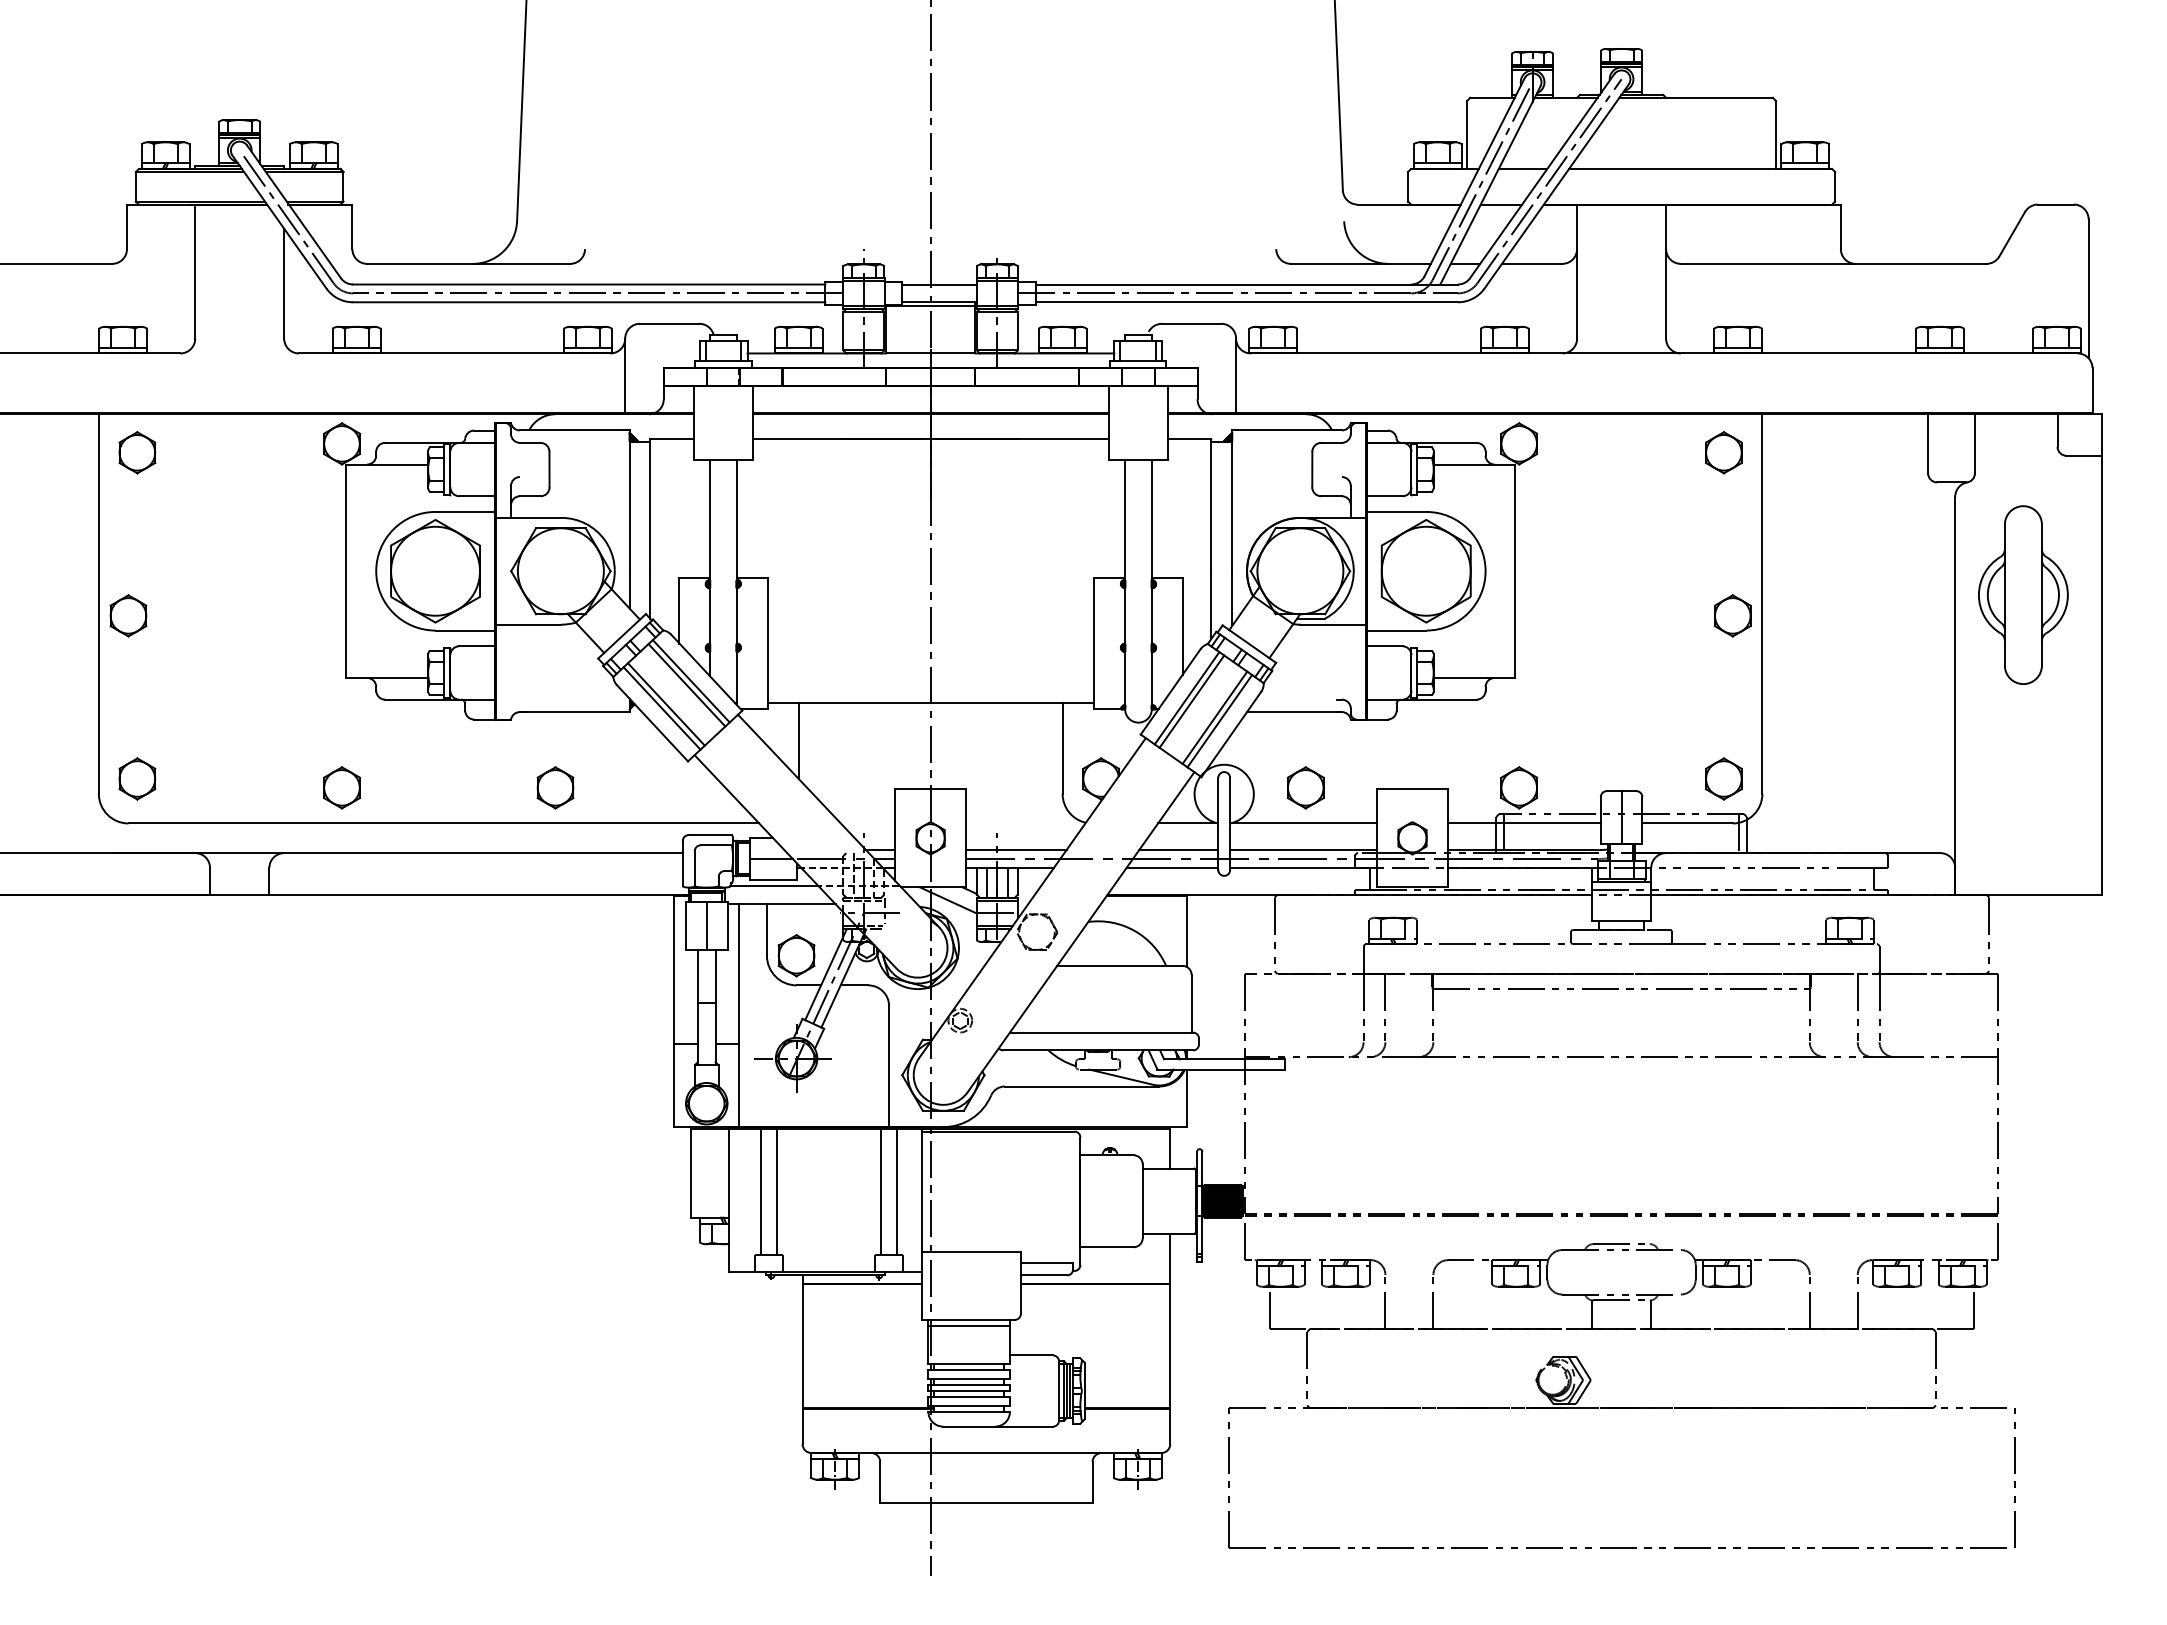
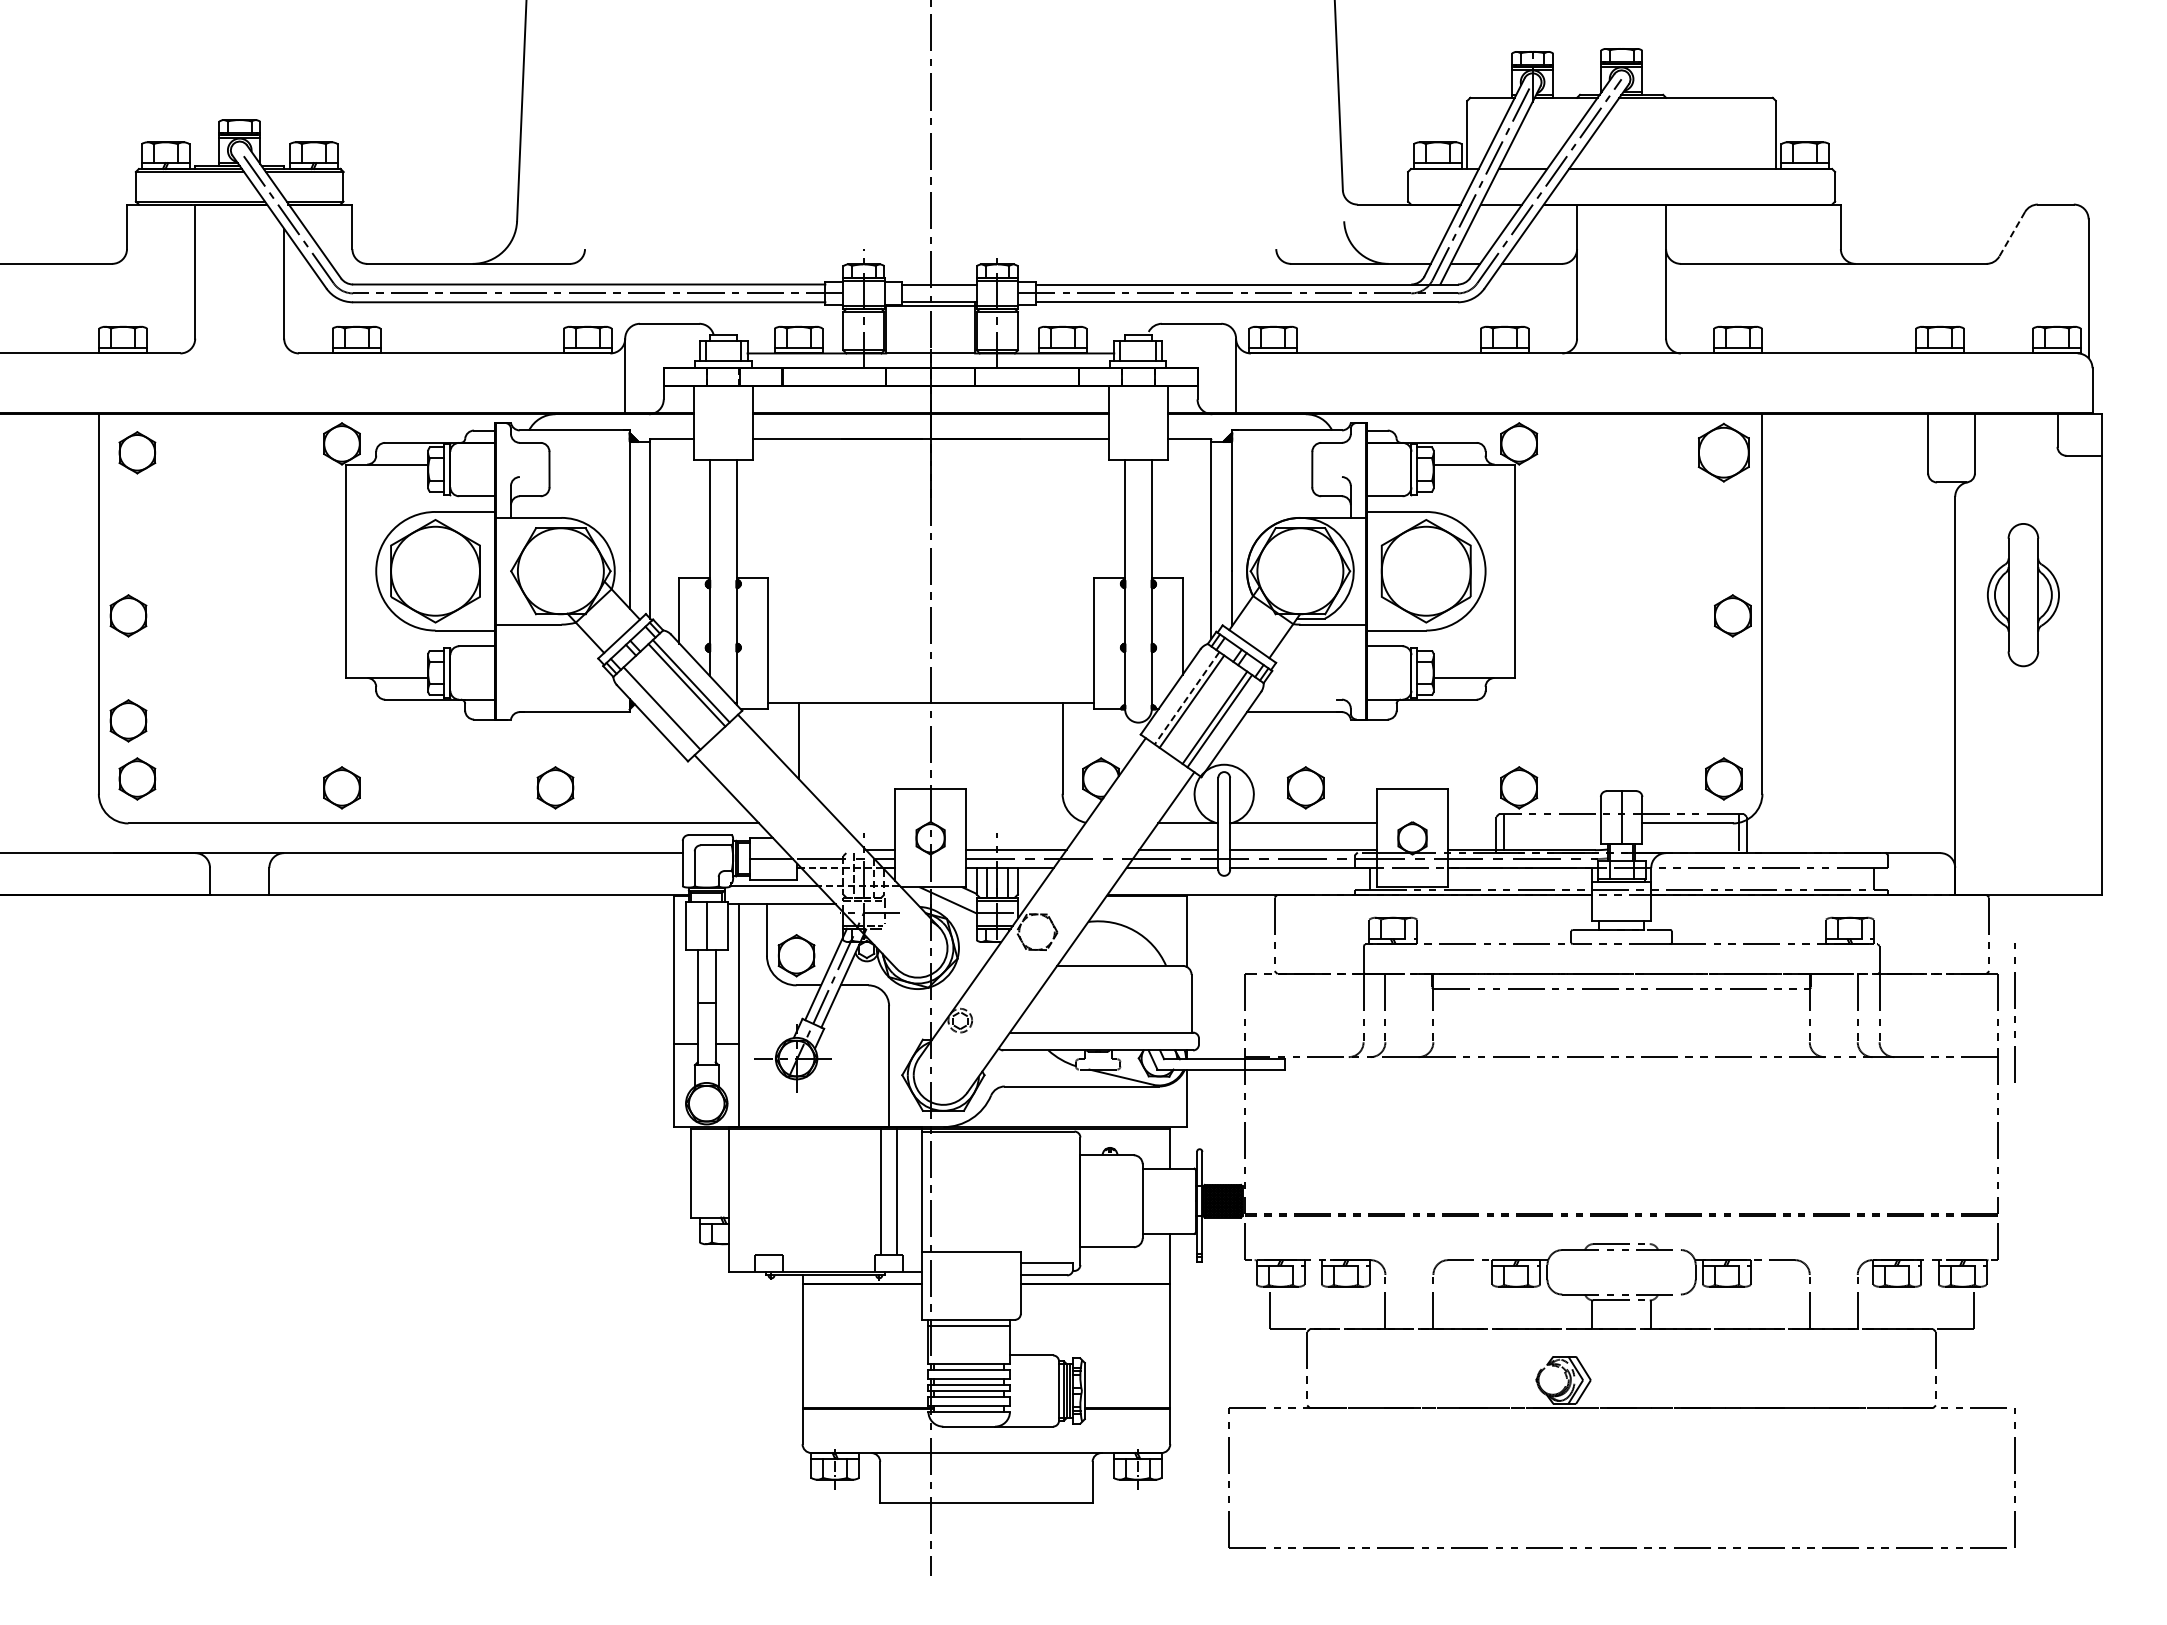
line at (2012, 234): solid -> dashed
part at (1723, 452) size: 38x44 px -> 53x61 px
part at (2023, 594) size: 91x180 px -> 73x145 px
line at (1186, 698): solid -> dashed
line at (666, 704): present -> none
part at (128, 720): none -> present
line at (1524, 823): present -> none
line at (2014, 1008): none -> present
line at (760, 1190): present -> none
line at (777, 1190): present -> none
